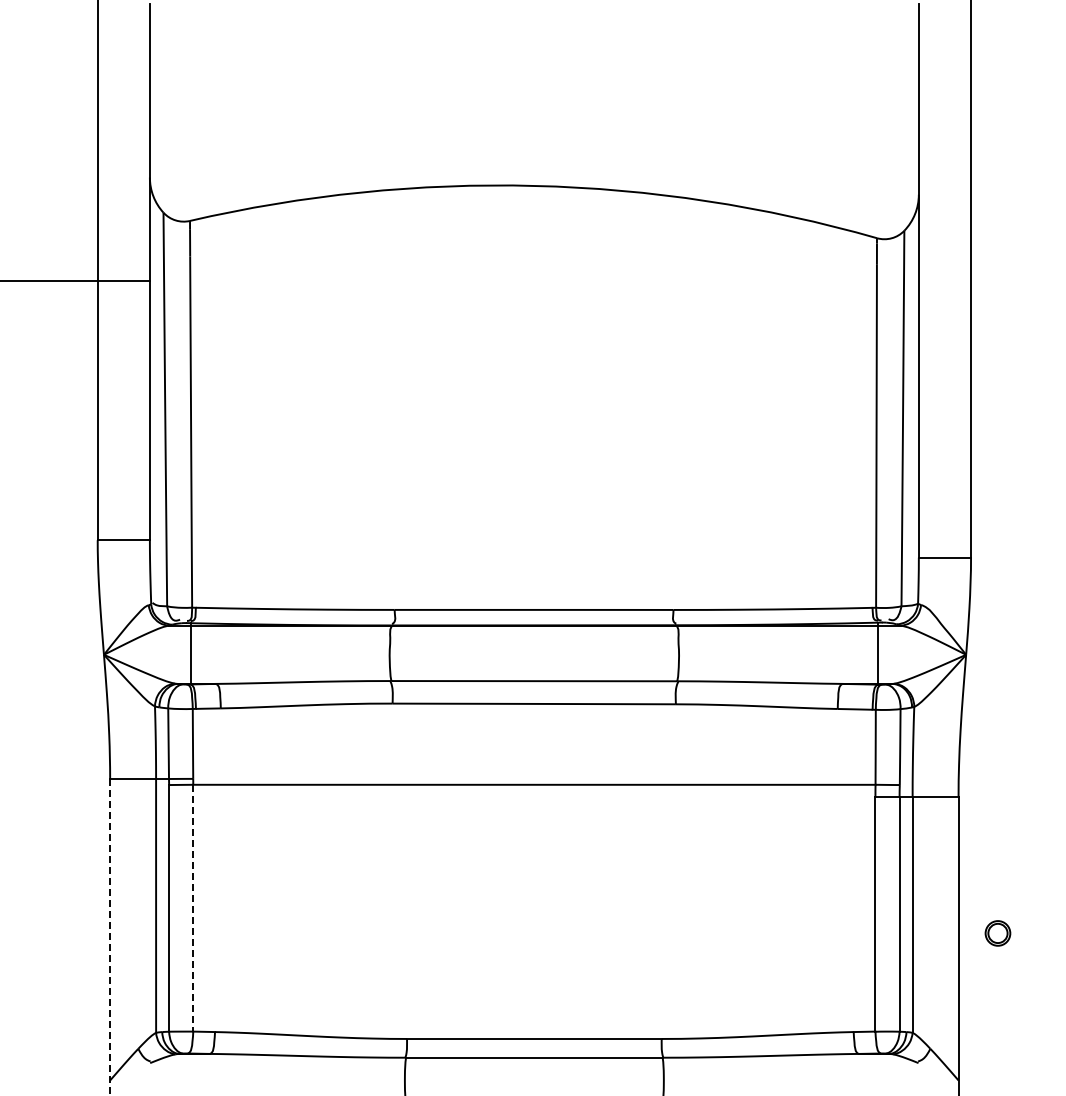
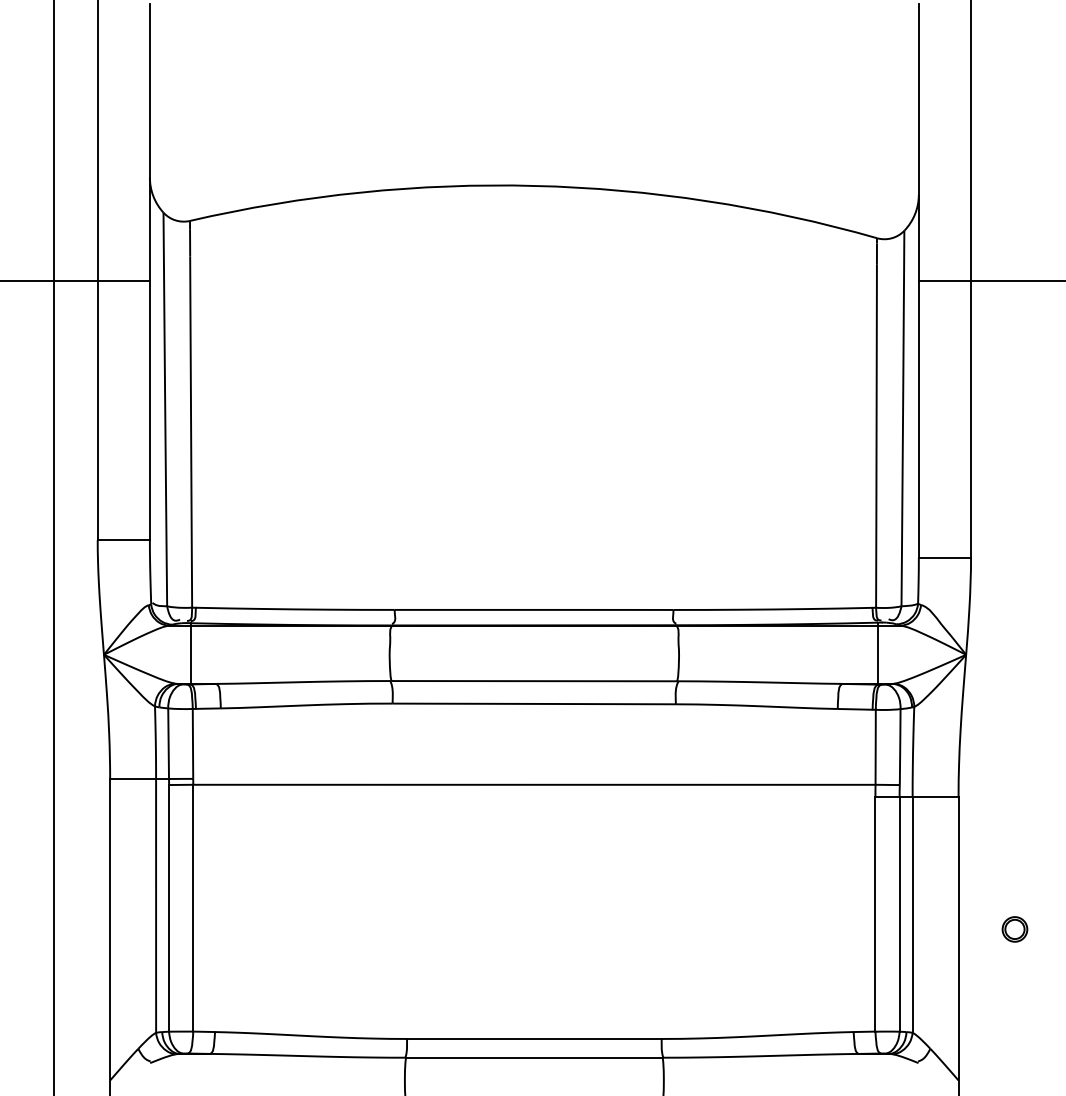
line at (990, 281): none -> present
line at (53, 547): none -> present
line at (193, 908): dashed -> solid
part at (997, 933) position: (997, 933) -> (1014, 929)
line at (110, 937): dashed -> solid
